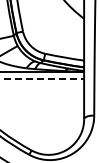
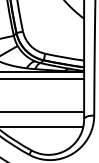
line at (42, 79): dashed -> solid
line at (43, 111): none -> present
line at (42, 127): none -> present
